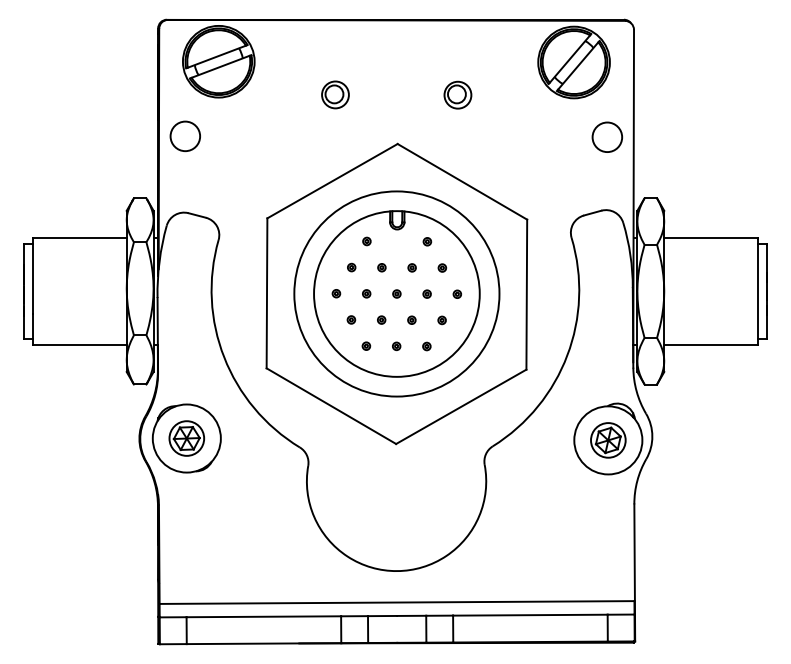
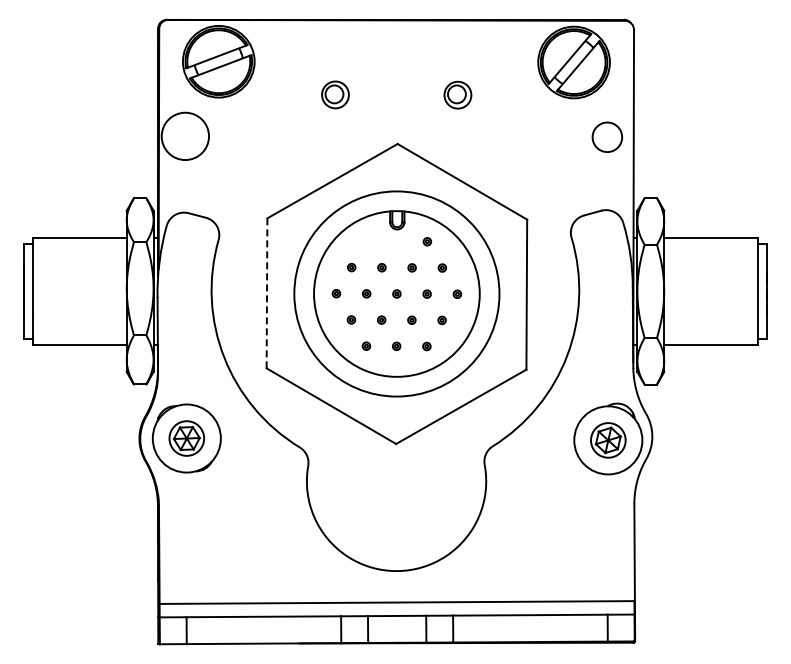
circle at (185, 136) diameter: 30 px -> 47 px
part at (366, 241): present -> none
line at (267, 293): solid -> dashed
